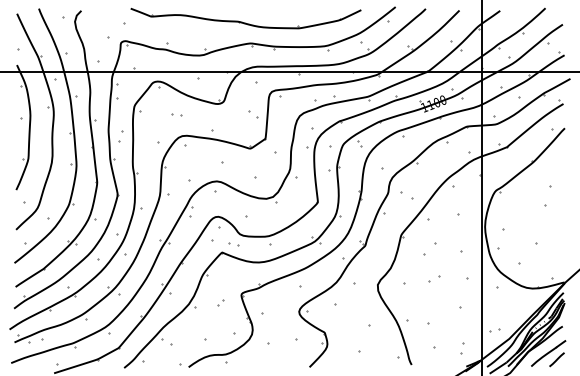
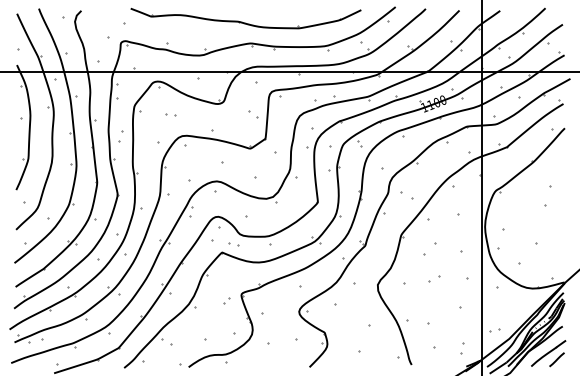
part at (176, 114) position: (176, 114) -> (170, 114)
part at (220, 302) position: (220, 302) -> (226, 300)
